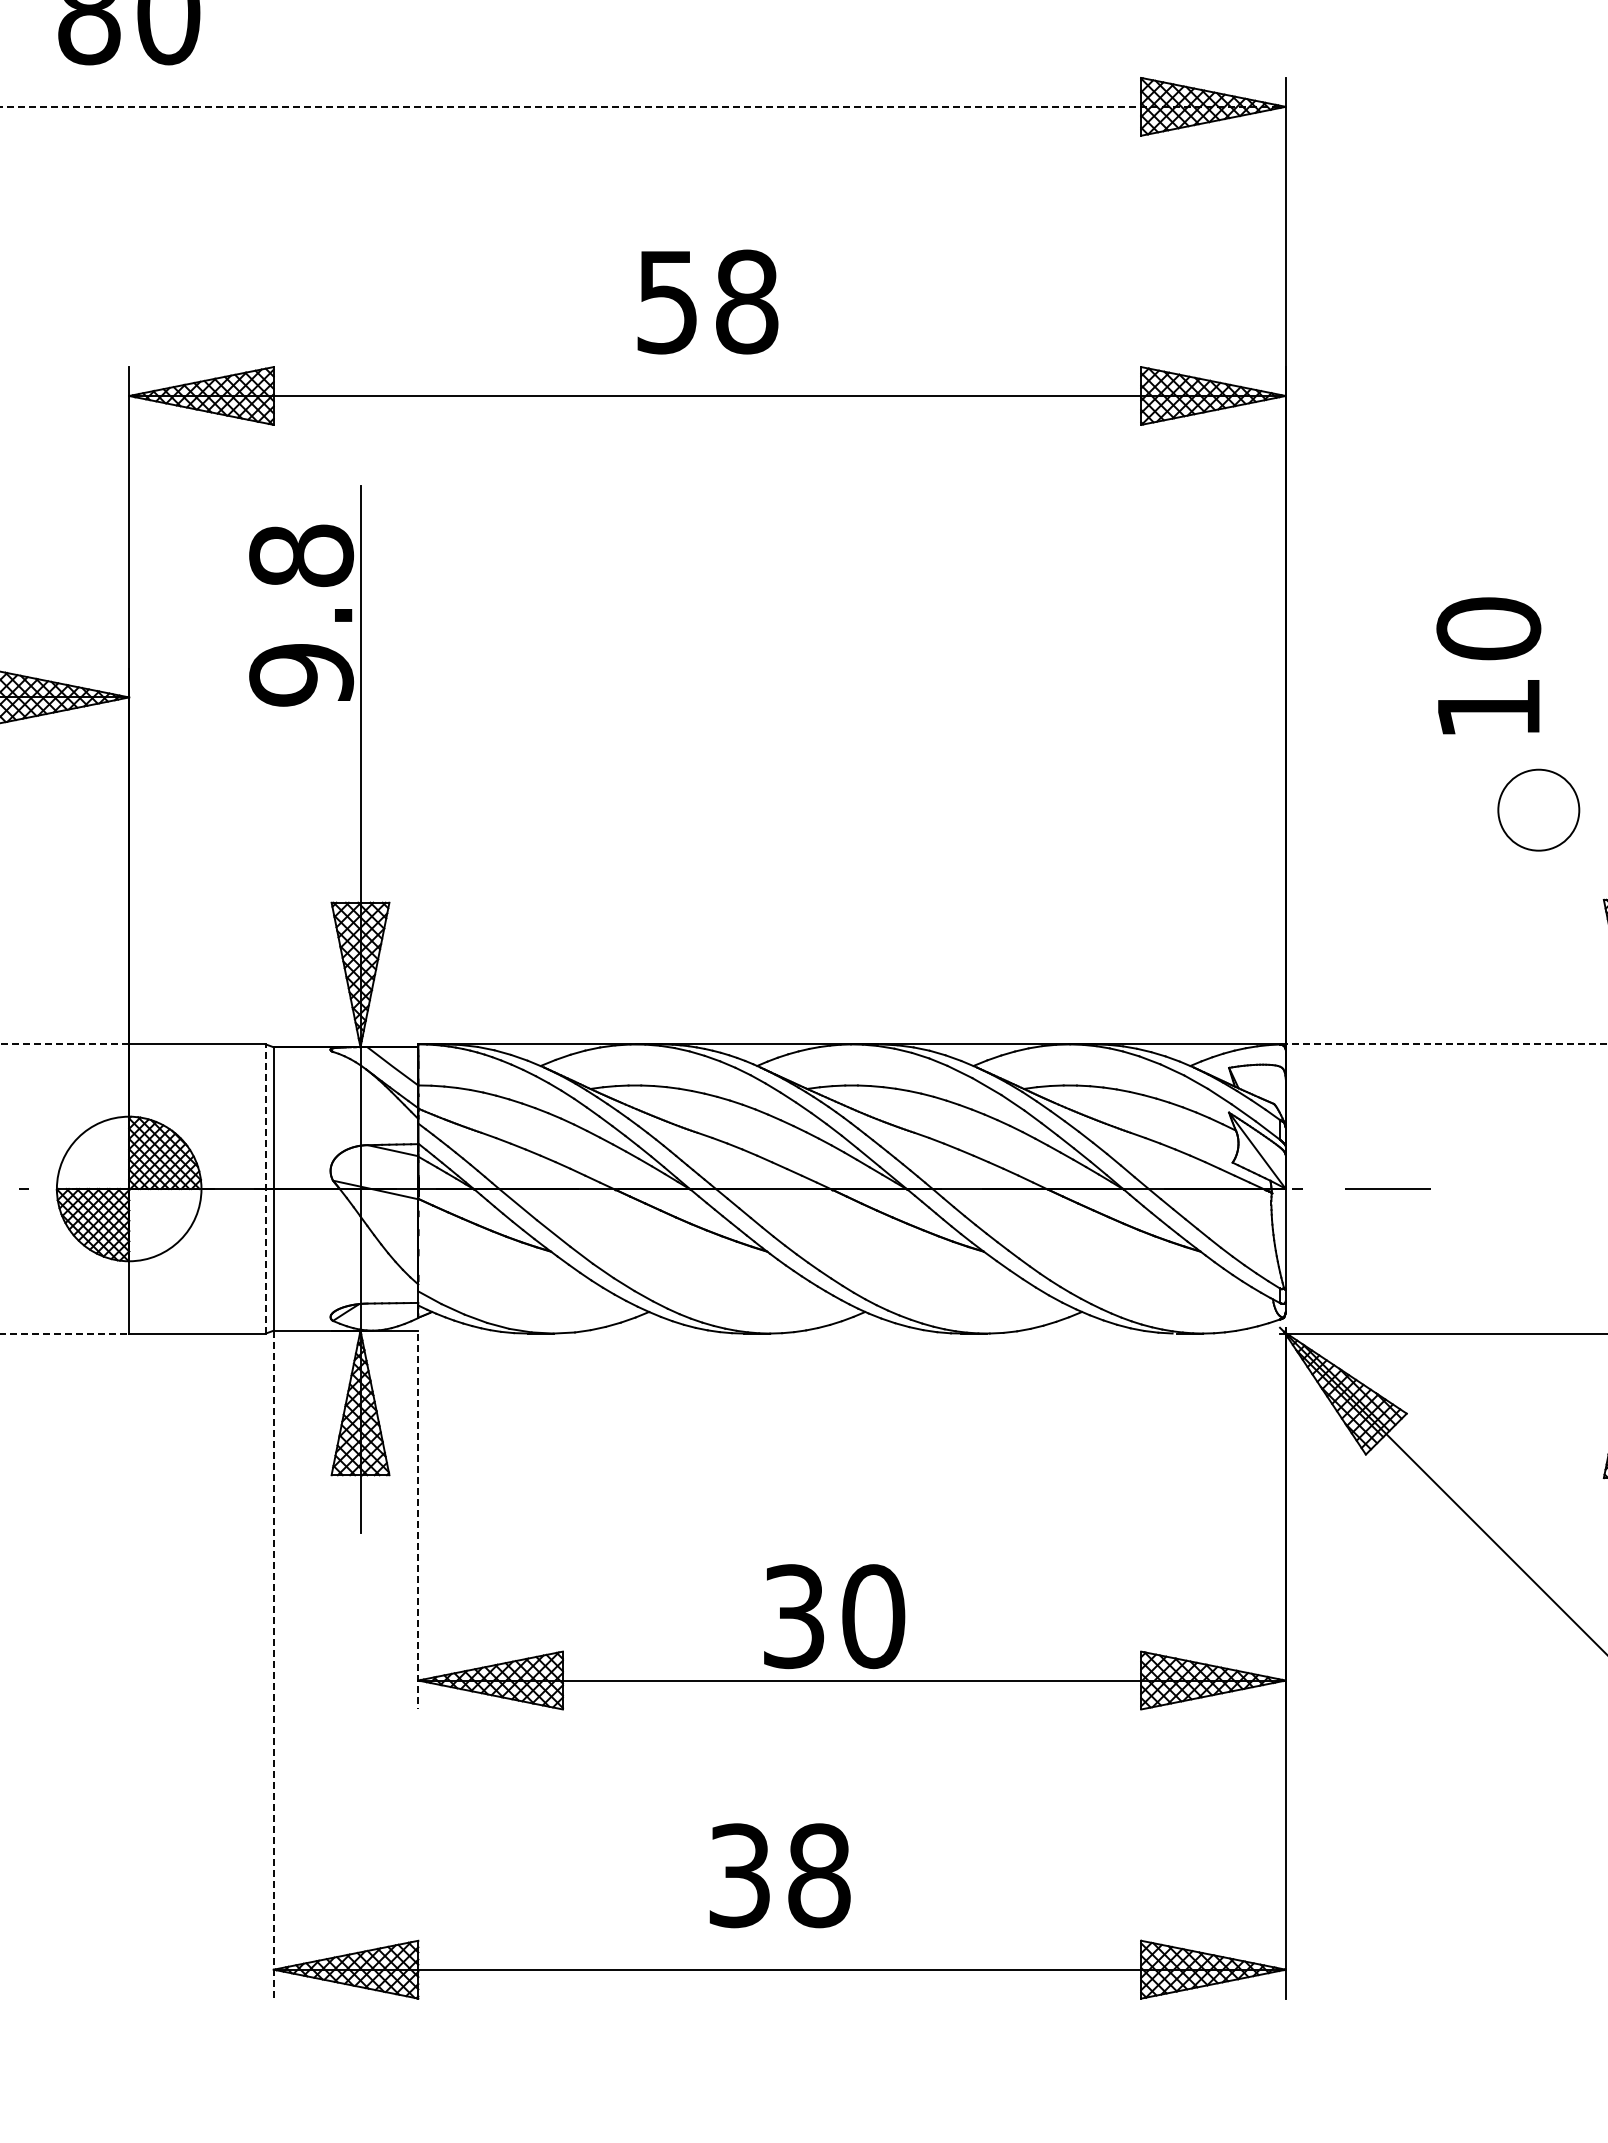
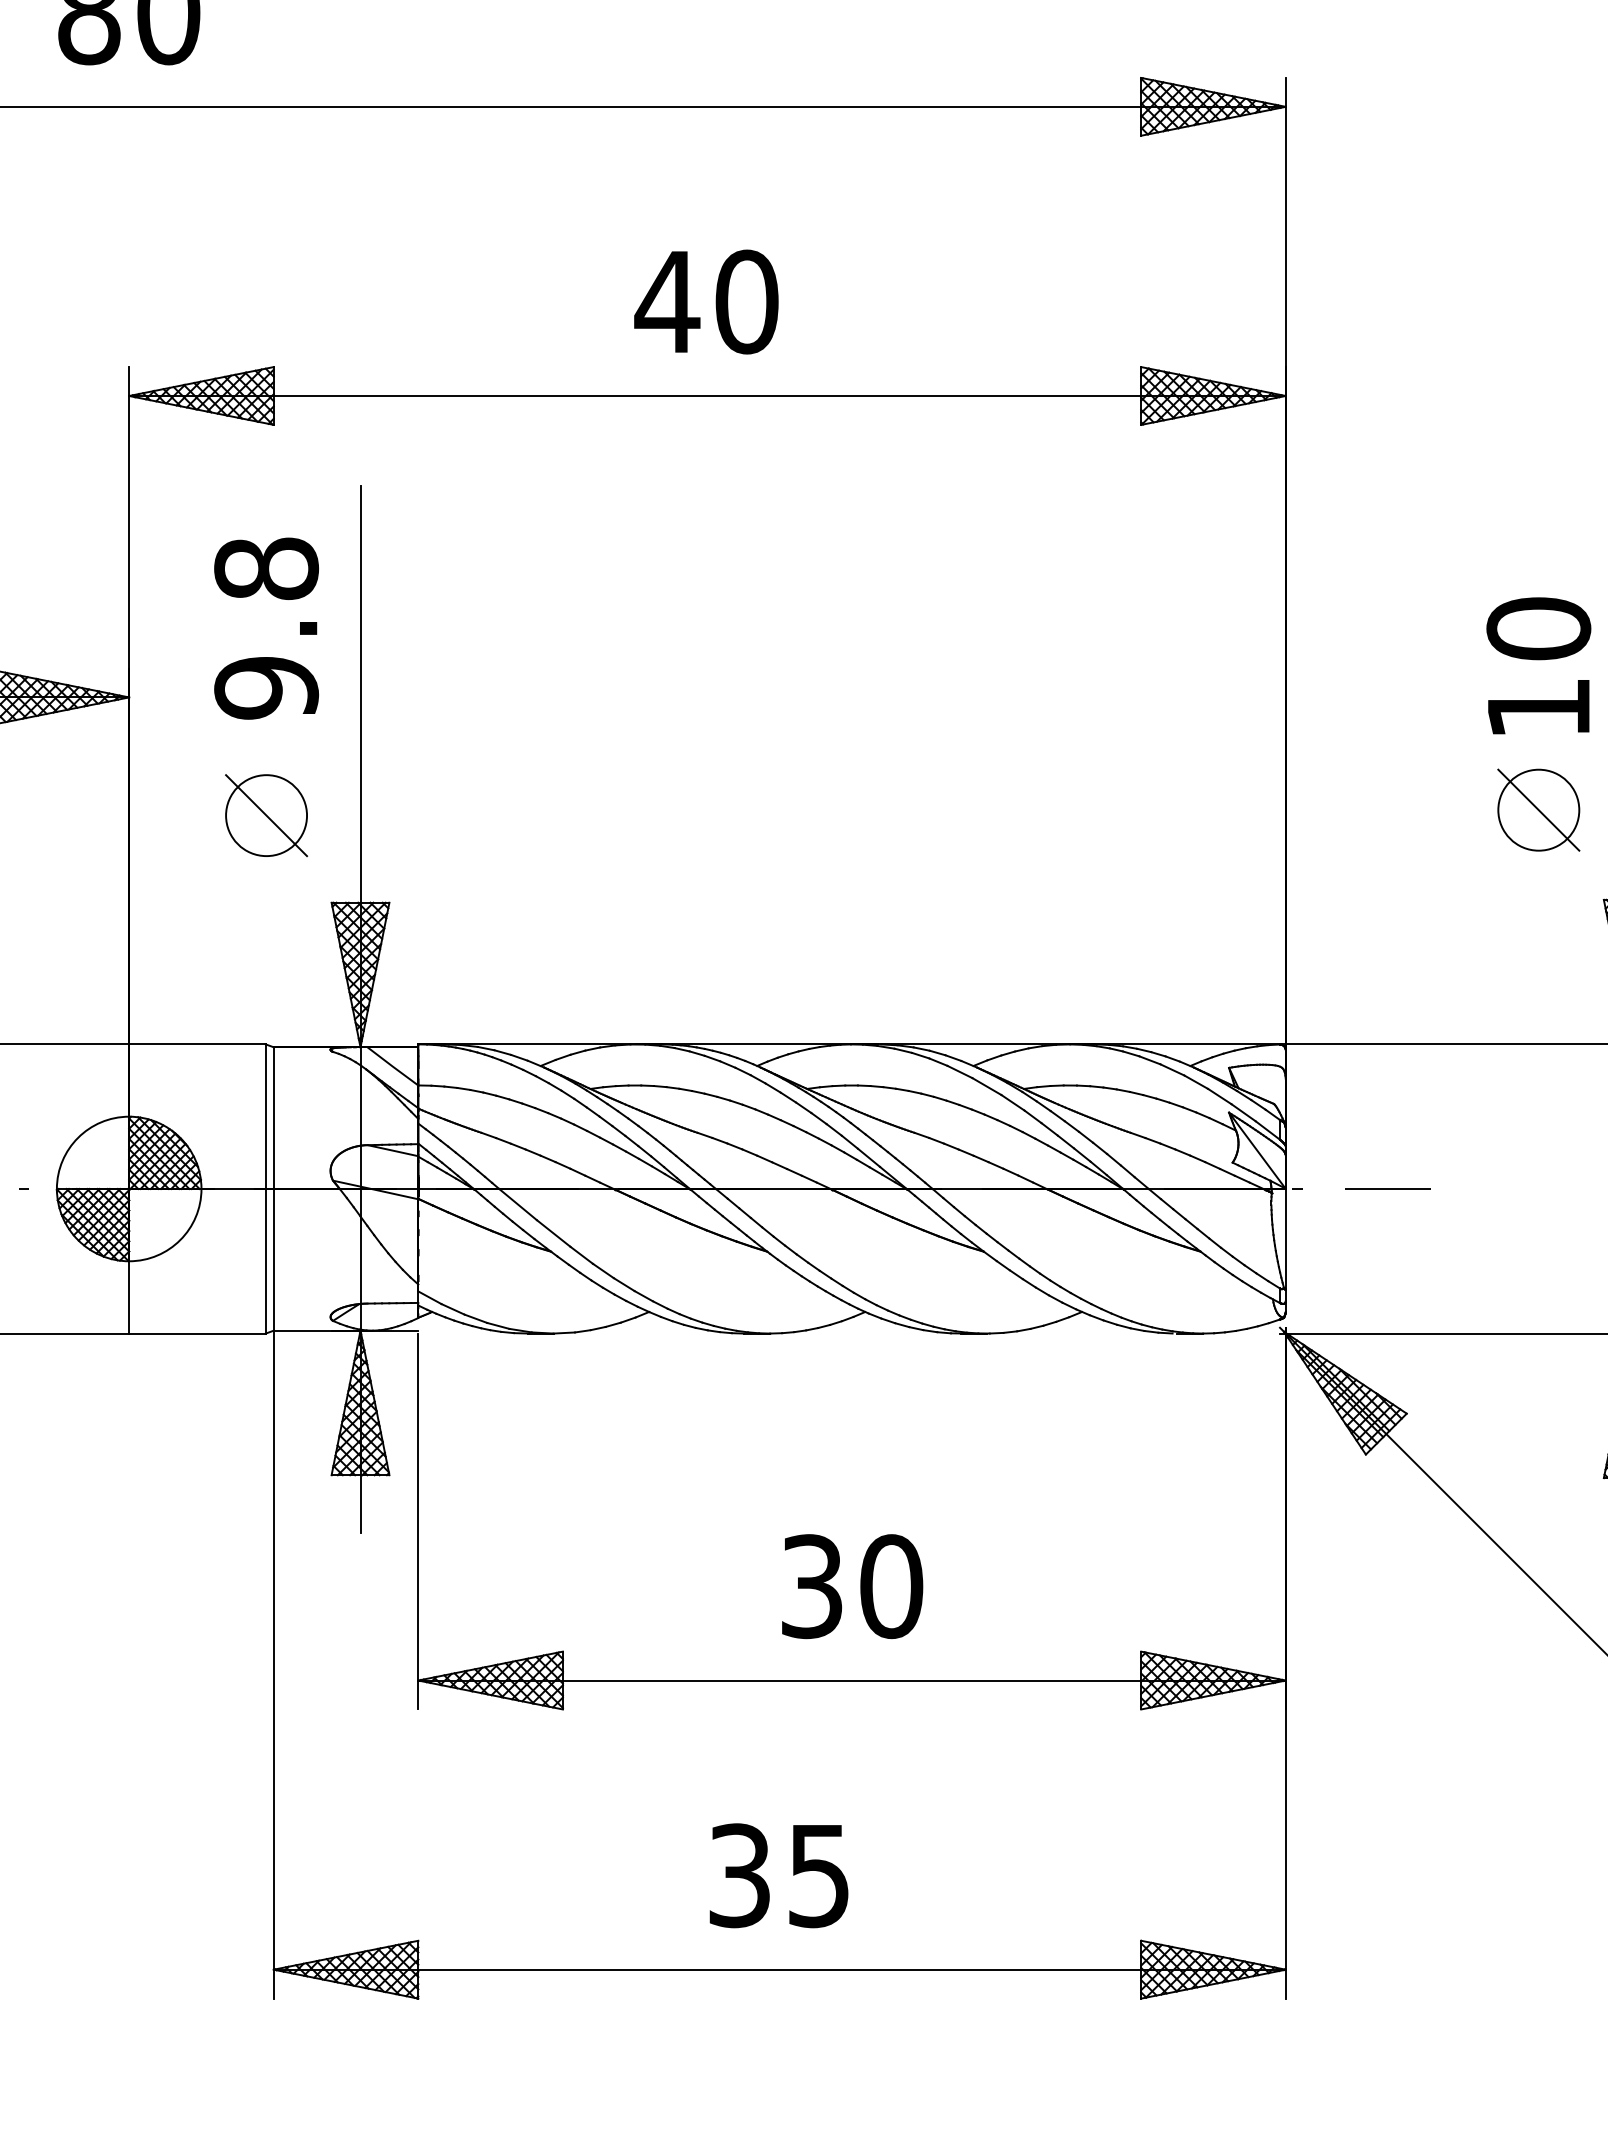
line at (643, 106): dashed -> solid
text at (706, 302): 58 -> 40
text at (301, 615) position: (301, 615) -> (266, 628)
text at (1488, 665) position: (1488, 665) -> (1538, 665)
line at (1538, 809): none -> present
part at (266, 815): none -> present
line at (64, 1044): dashed -> solid
line at (1443, 1044): dashed -> solid
line at (265, 1189): dashed -> solid
line at (65, 1333): dashed -> solid
line at (418, 1521): dashed -> solid
text at (834, 1616) position: (834, 1616) -> (852, 1586)
line at (273, 1664): dashed -> solid
text at (819, 1875): 38 -> 35
